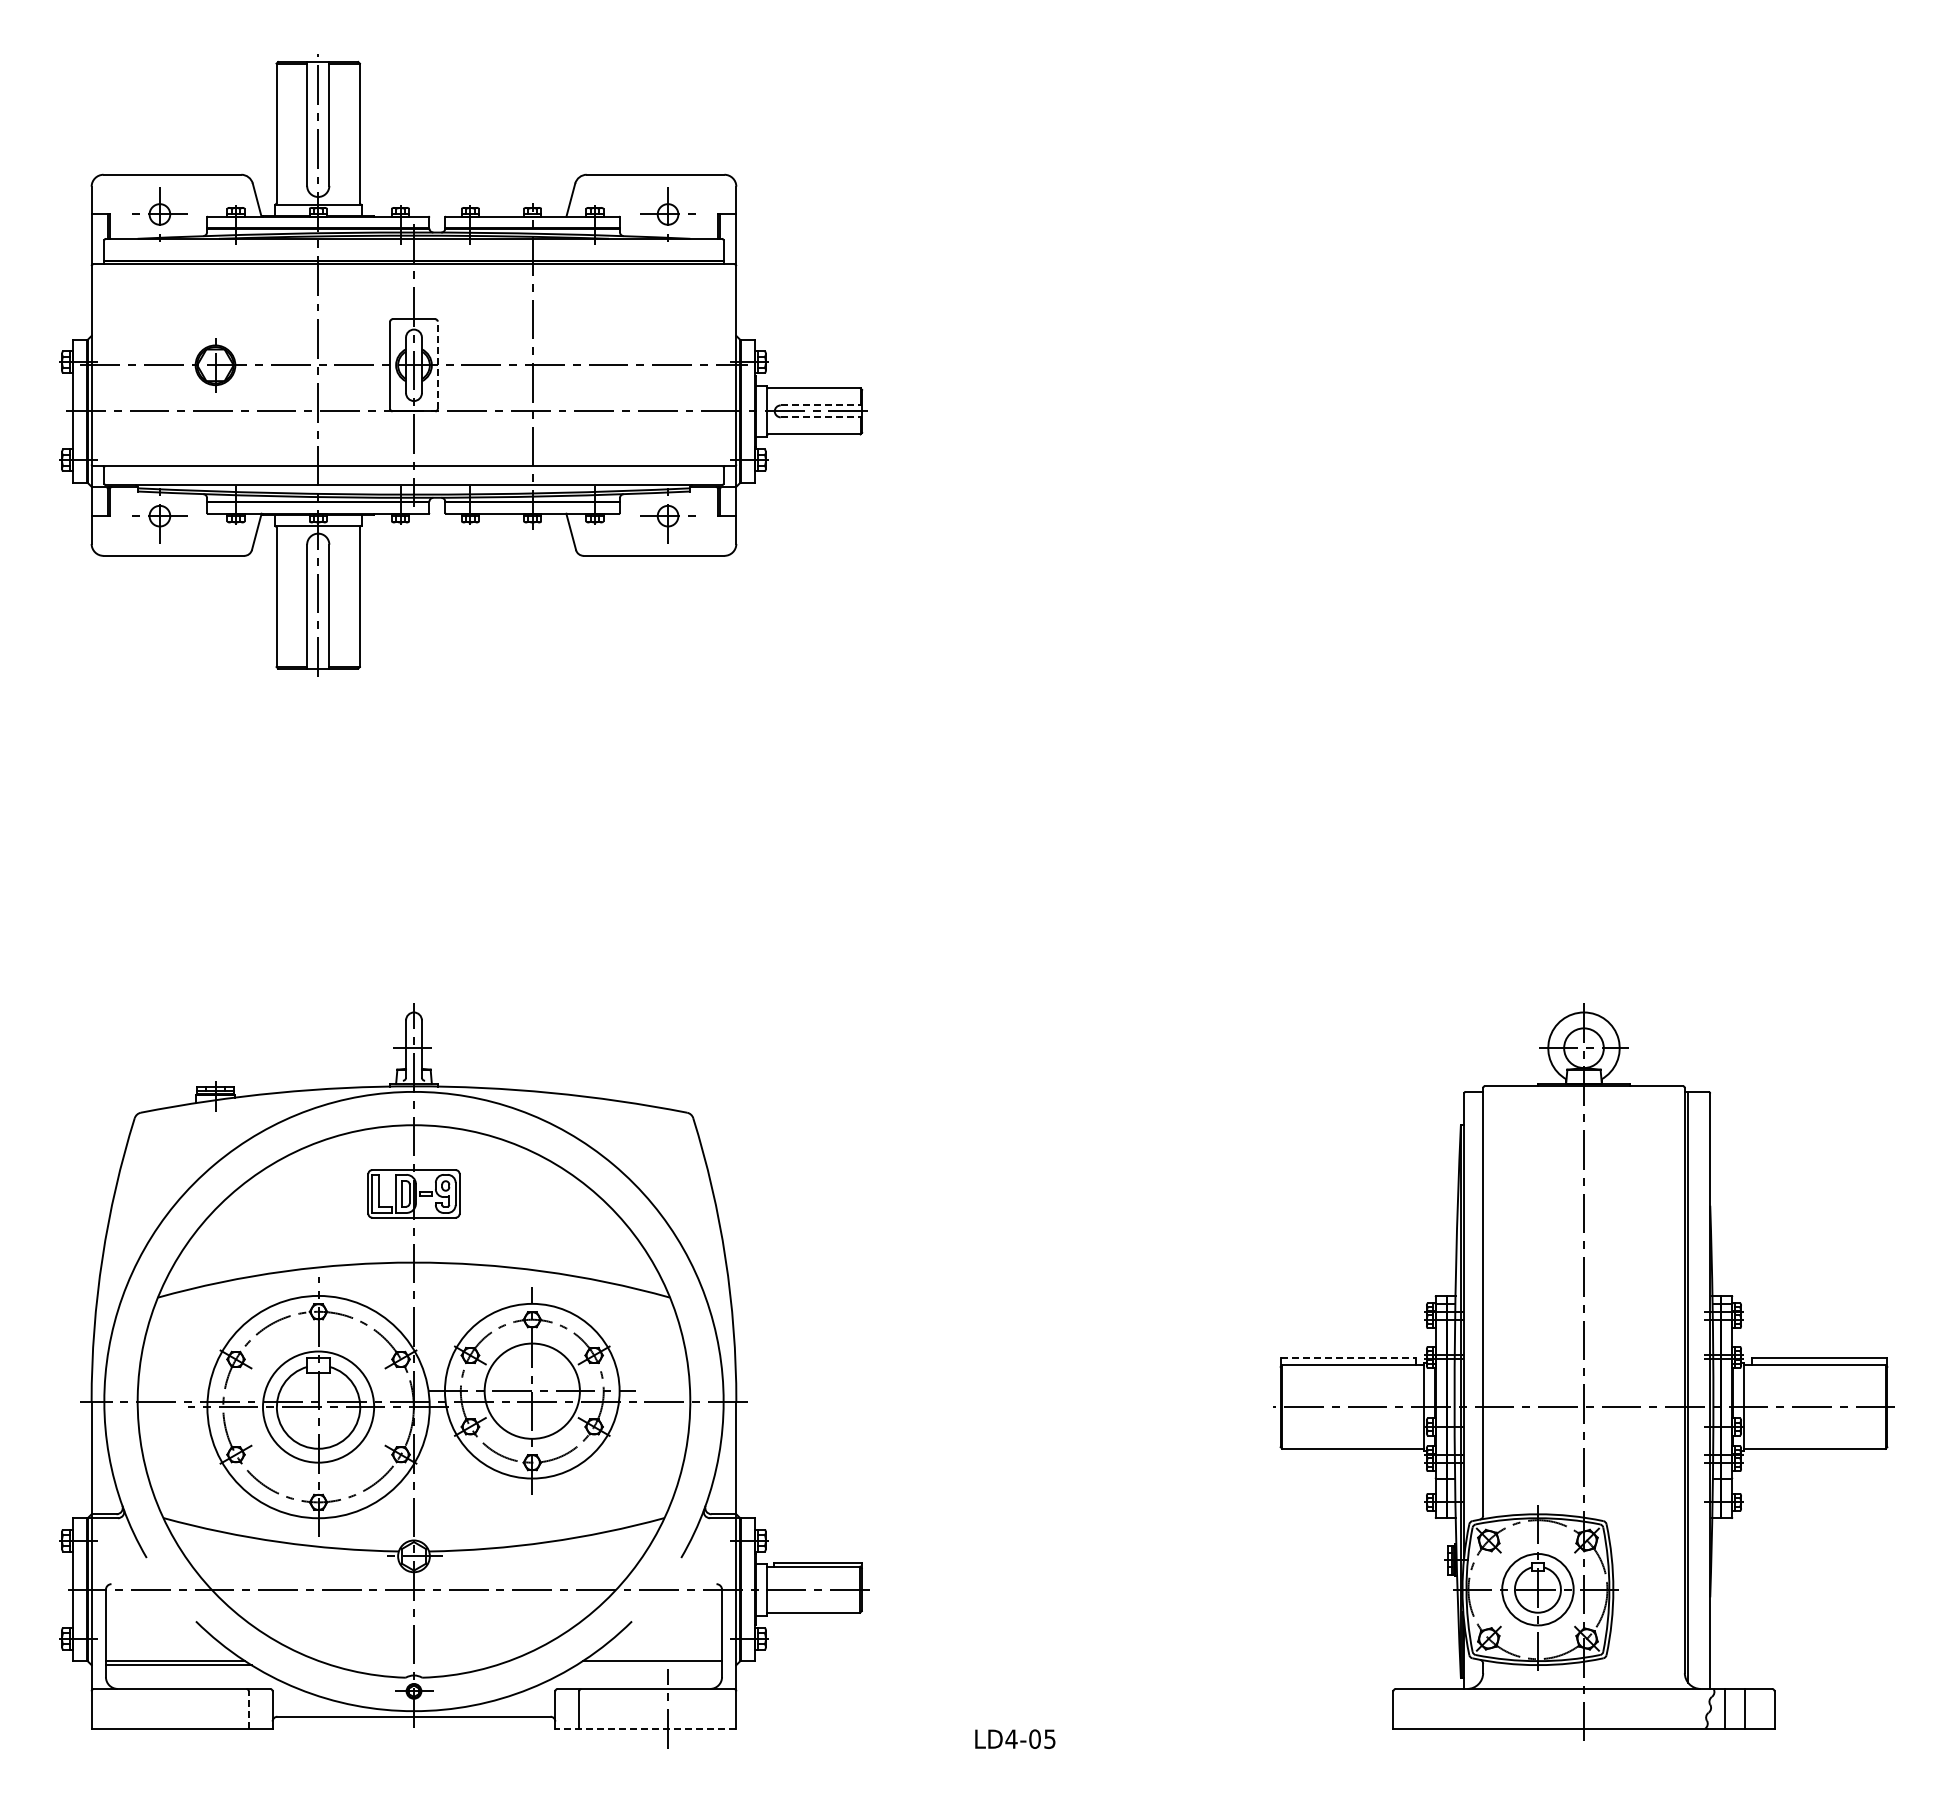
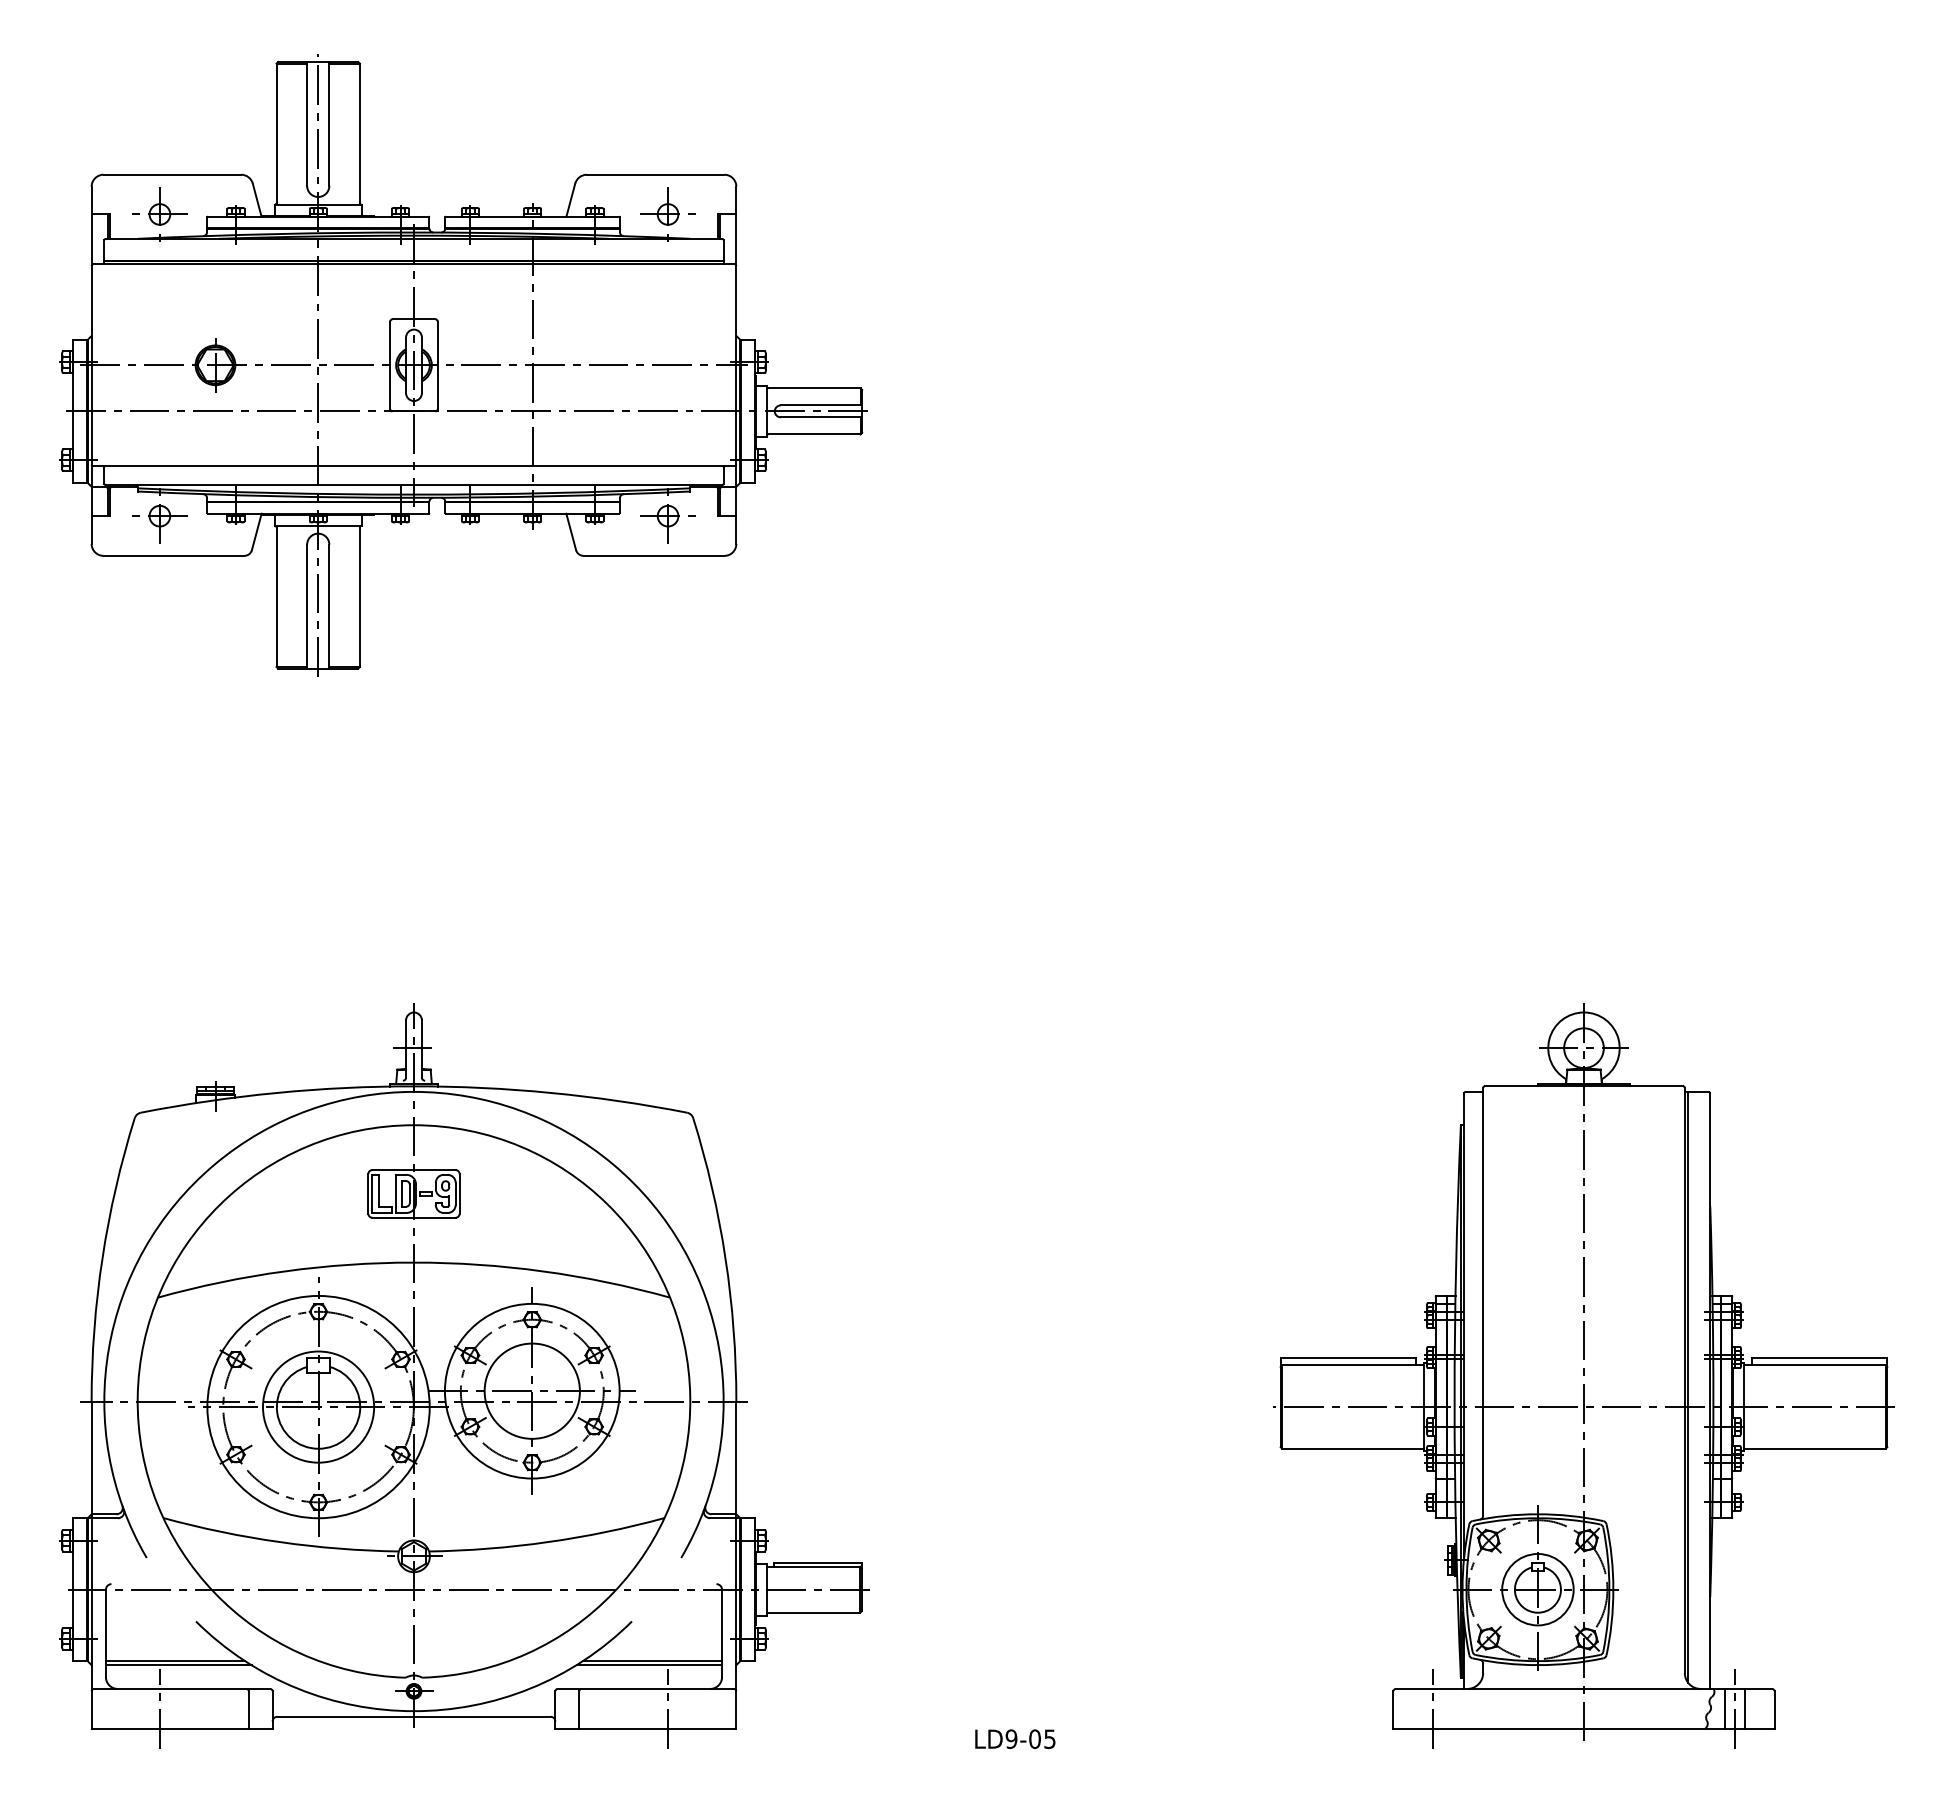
line at (437, 365): dashed -> solid
line at (821, 405): dashed -> solid
line at (821, 417): dashed -> solid
line at (1348, 1358): dashed -> solid
line at (649, 1665): none -> present
line at (159, 1708): none -> present
line at (1433, 1708): none -> present
line at (1734, 1708): none -> present
line at (248, 1710): dashed -> solid
line at (645, 1728): dashed -> solid
text at (1011, 1738): LD4-05 -> LD9-05
